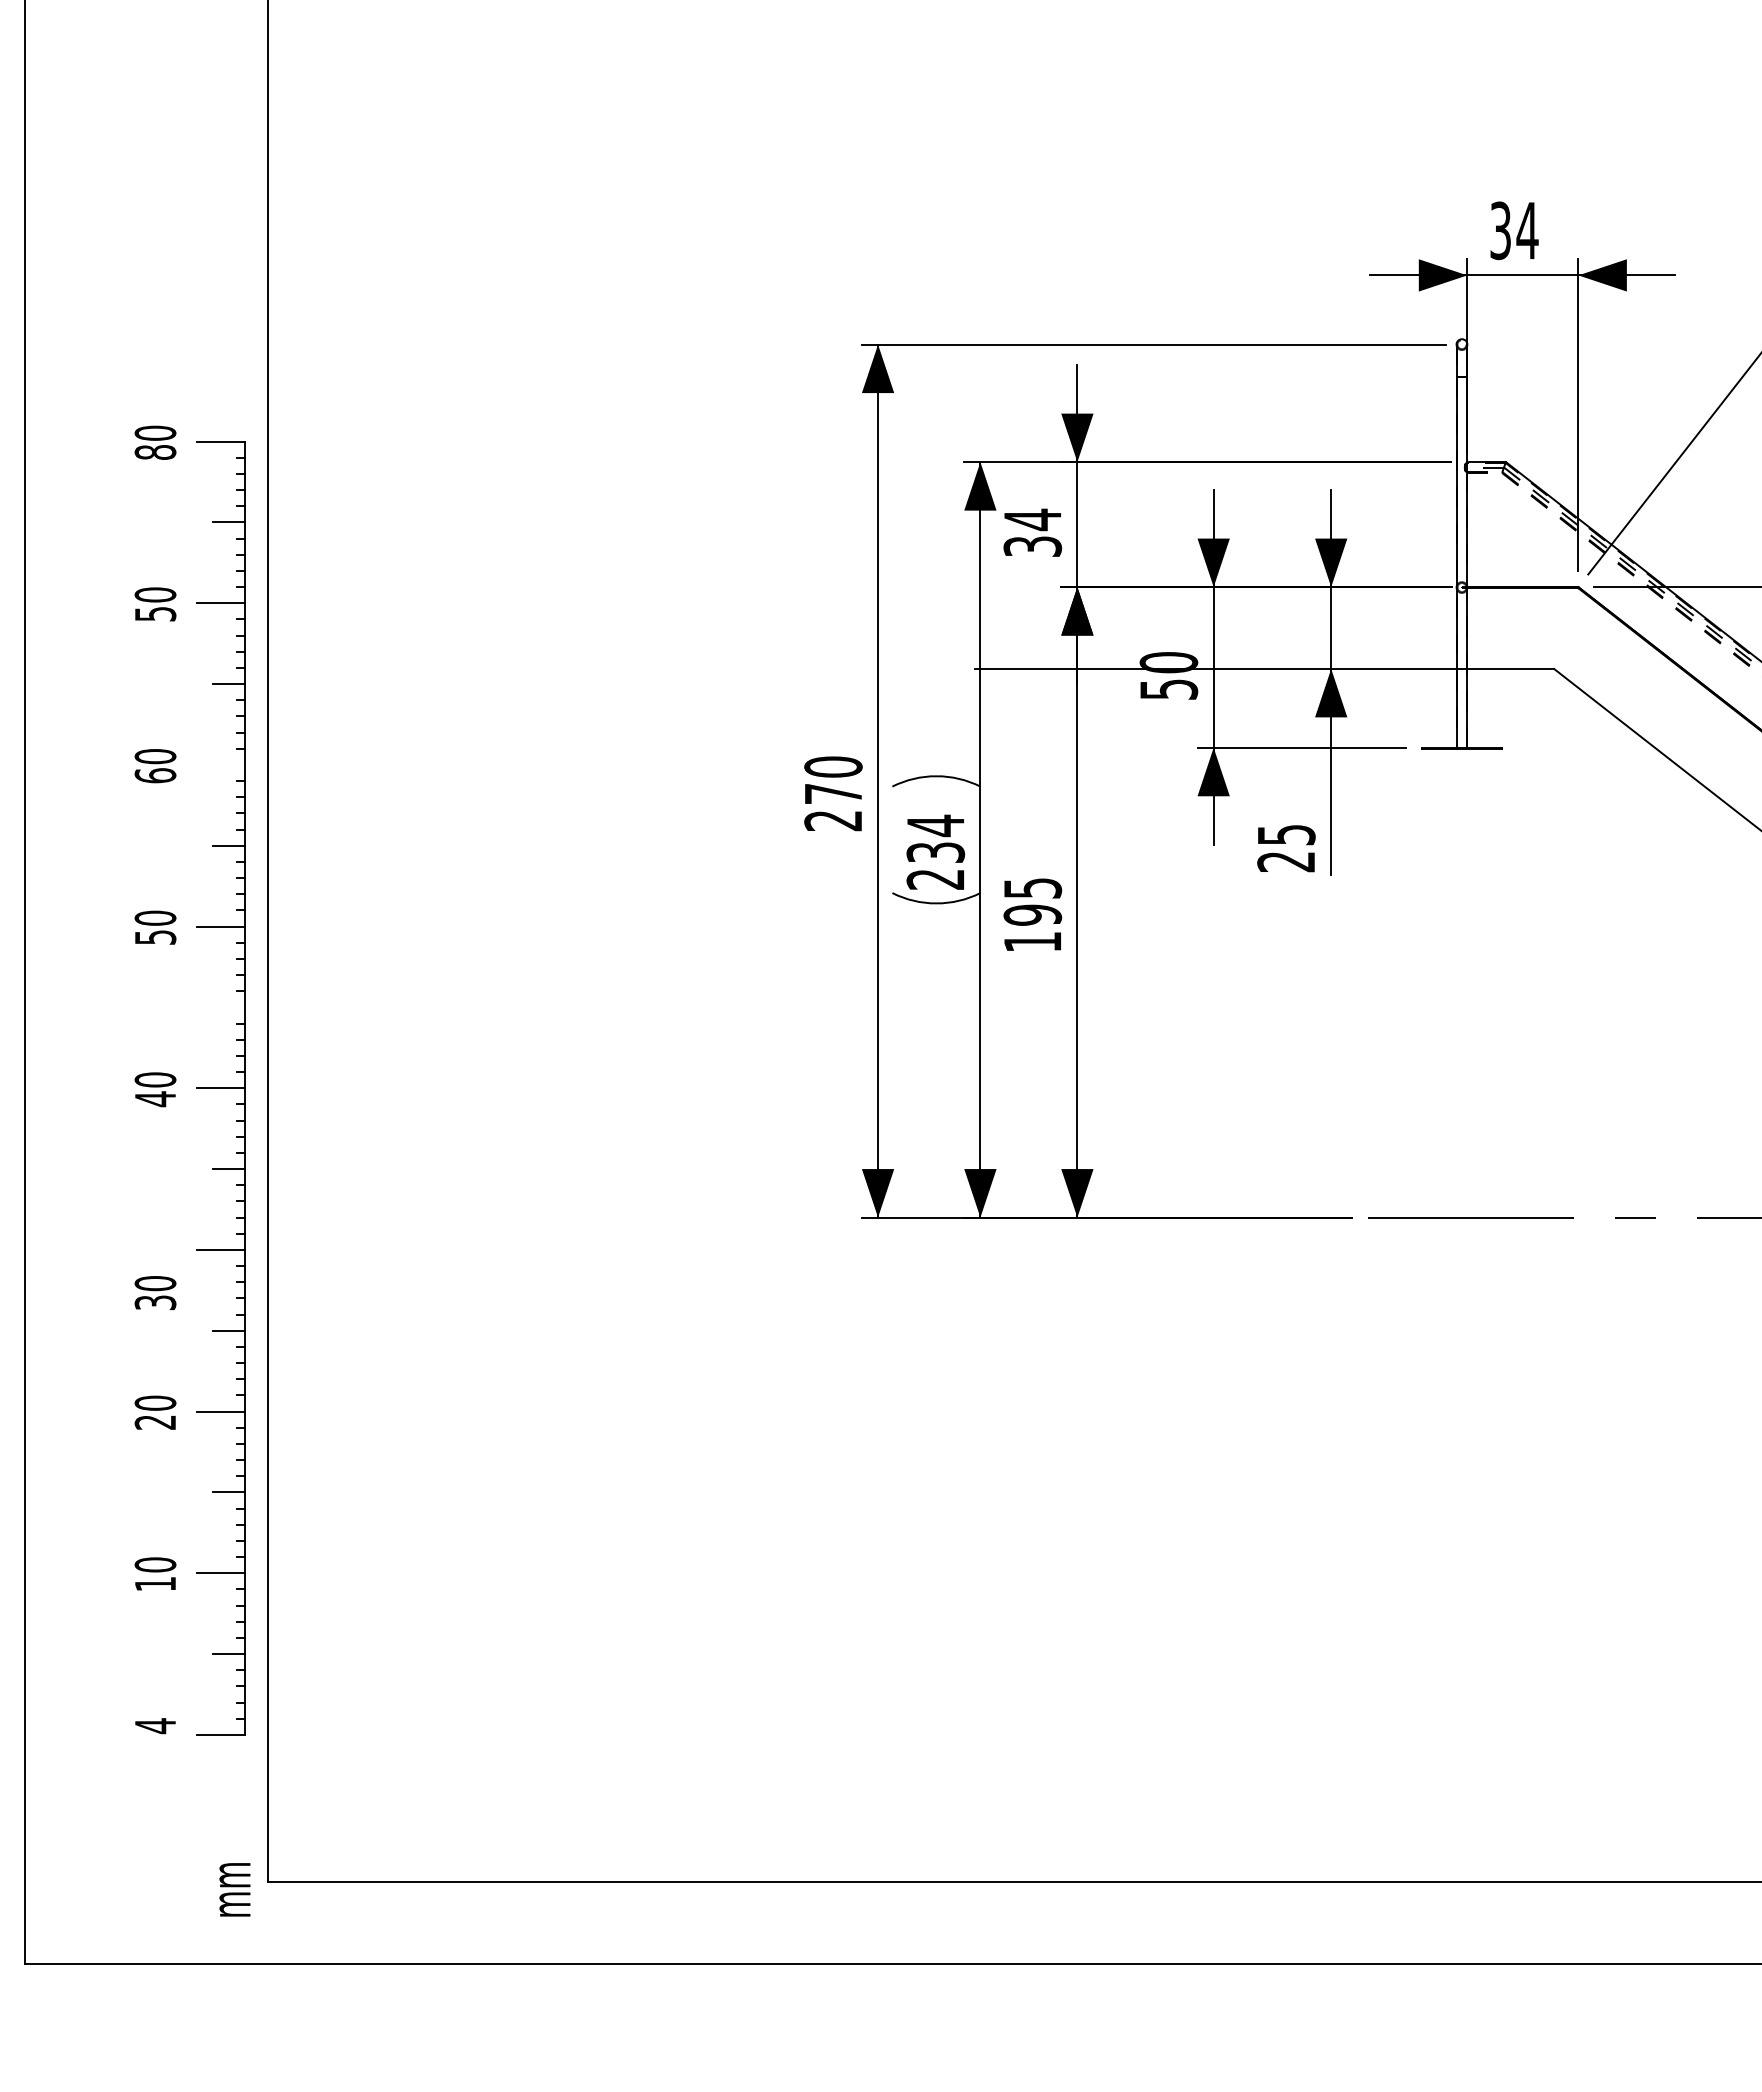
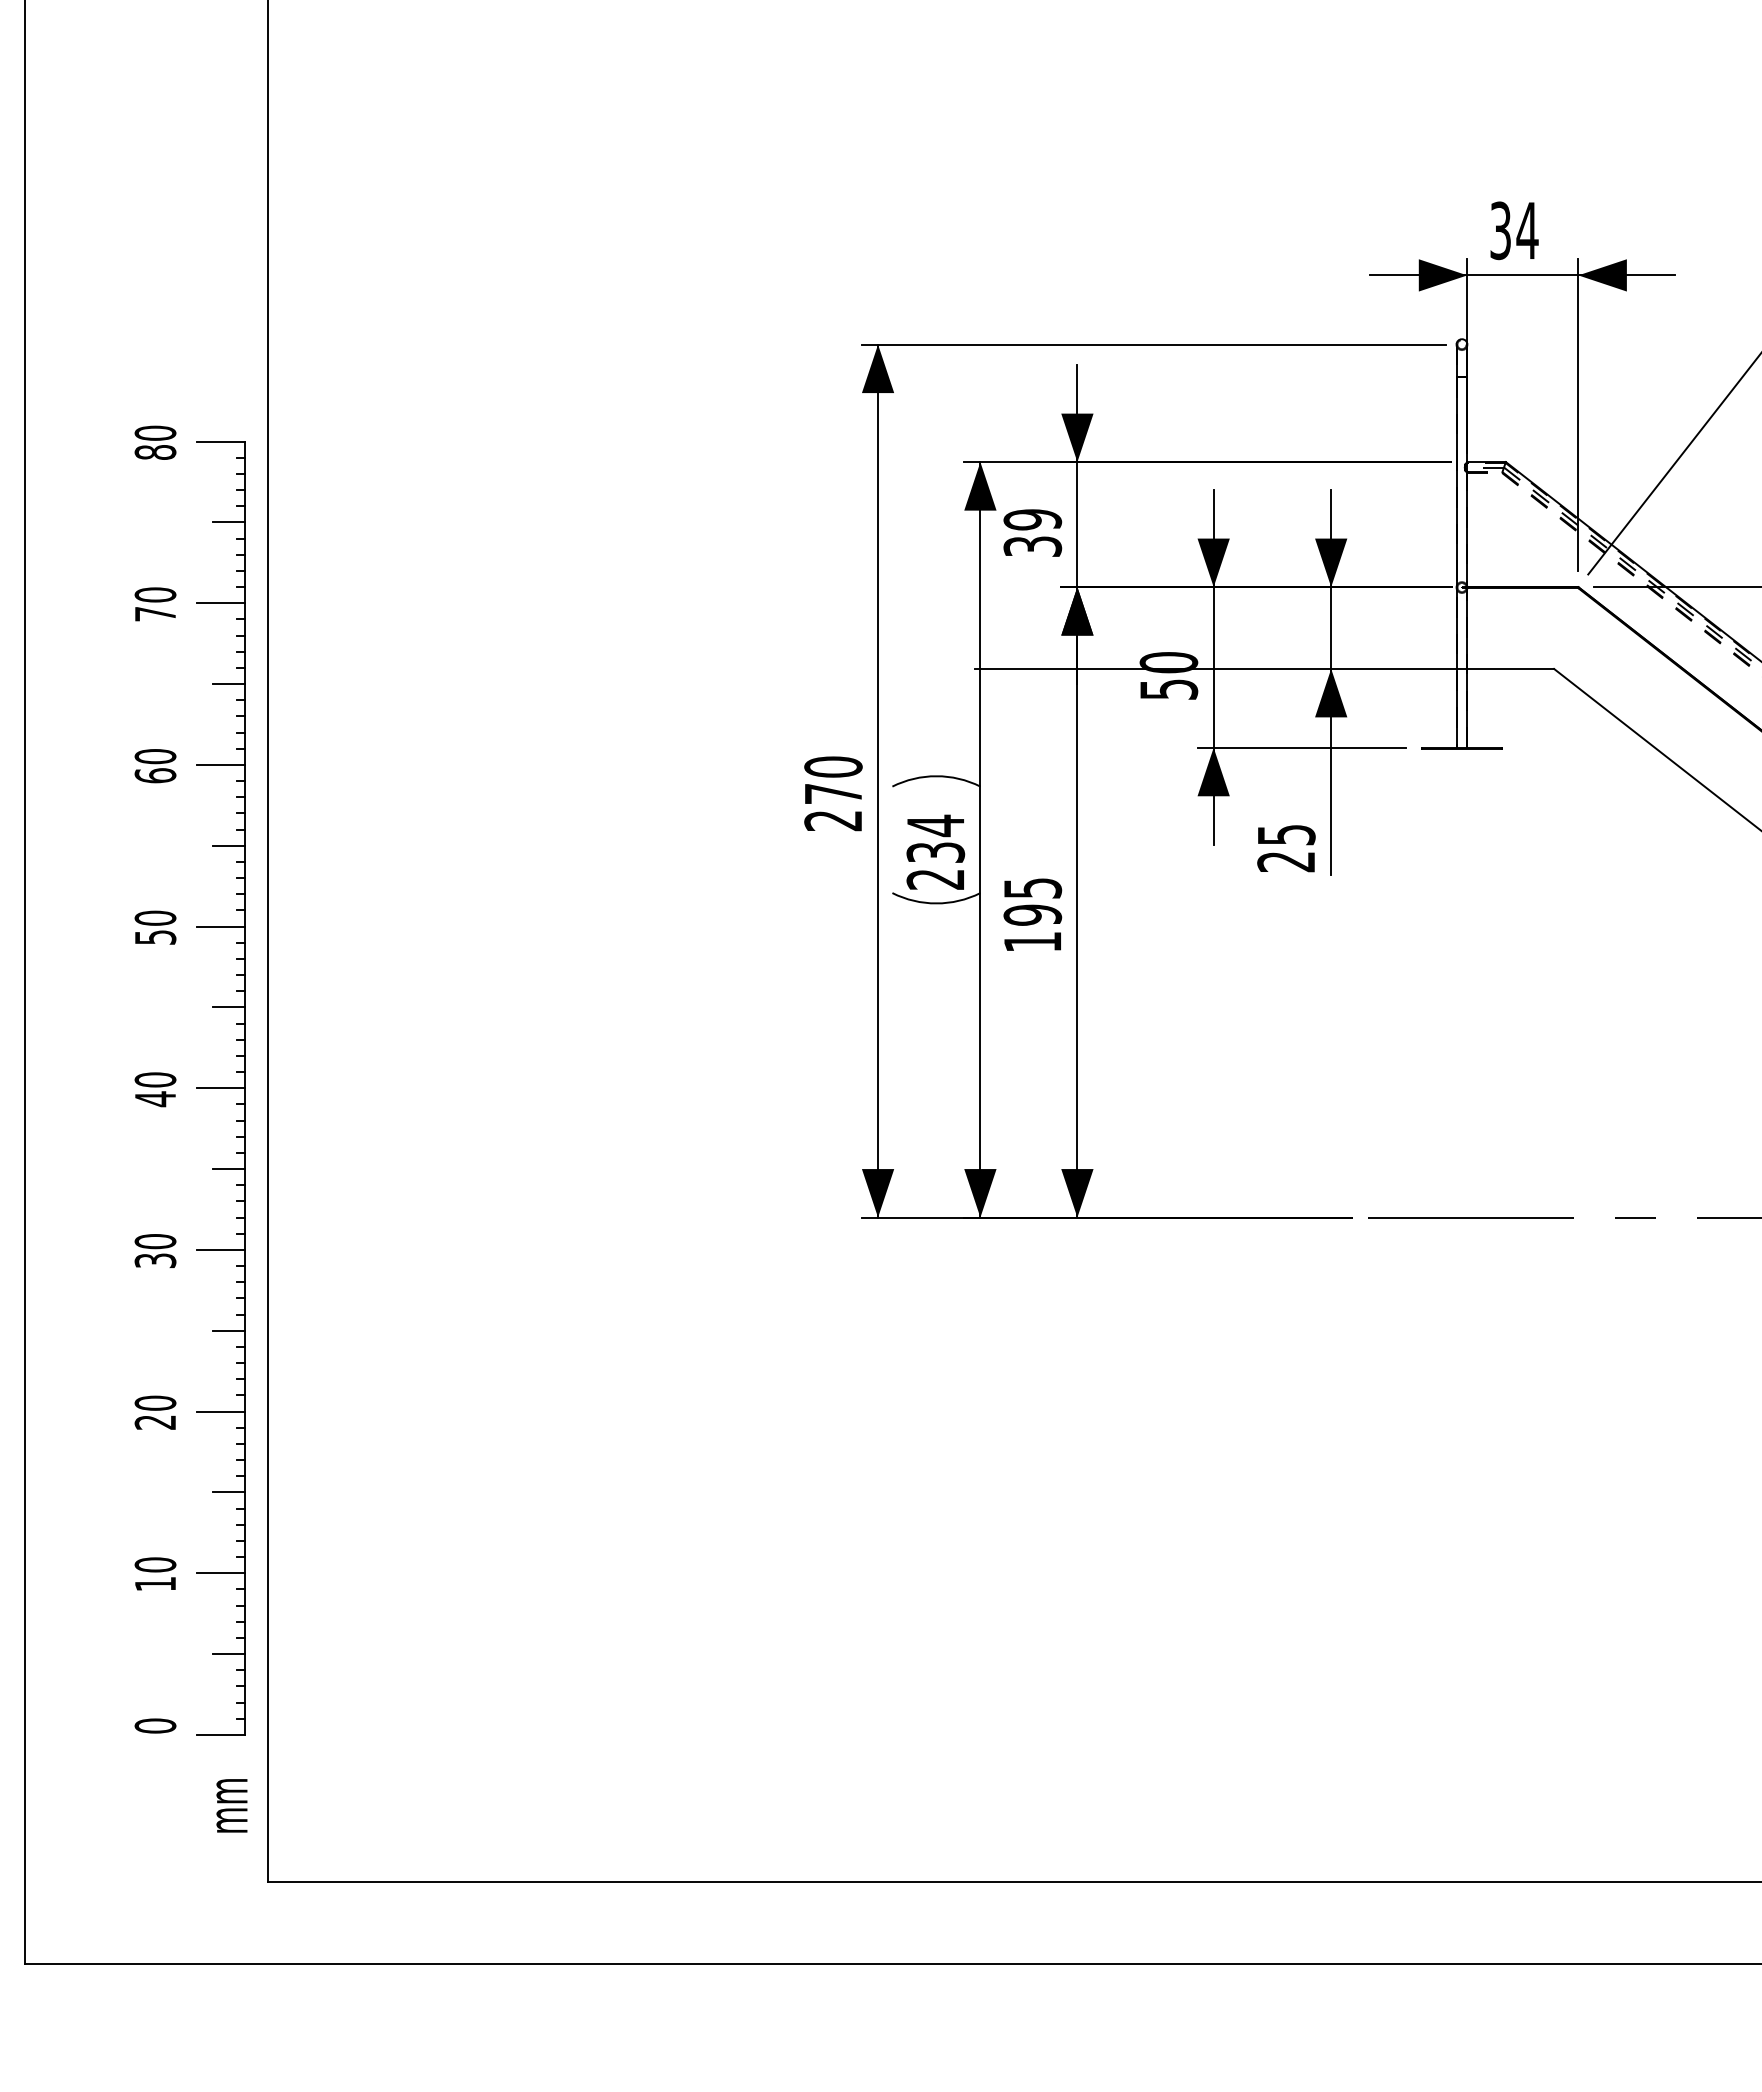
text at (1032, 519): 34 -> 39
text at (155, 614): 50 -> 70
line at (220, 764): none -> present
line at (229, 1007): none -> present
text at (155, 1292) position: (155, 1292) -> (155, 1250)
text at (155, 1726): 4 -> 0
text at (234, 1889) position: (234, 1889) -> (231, 1805)
